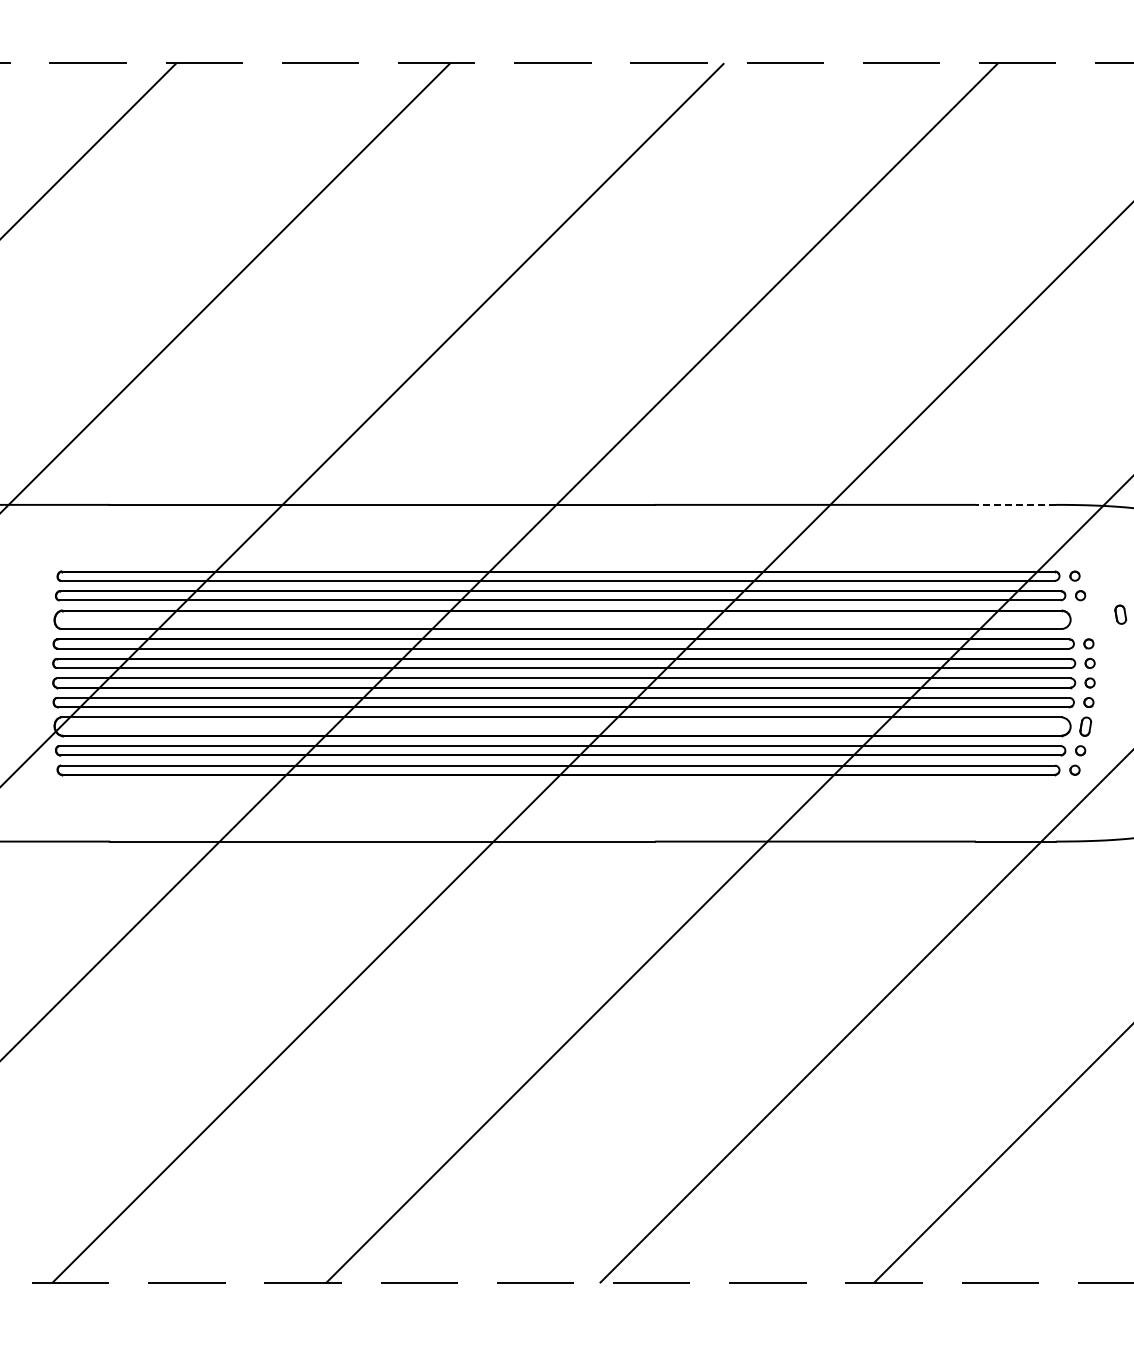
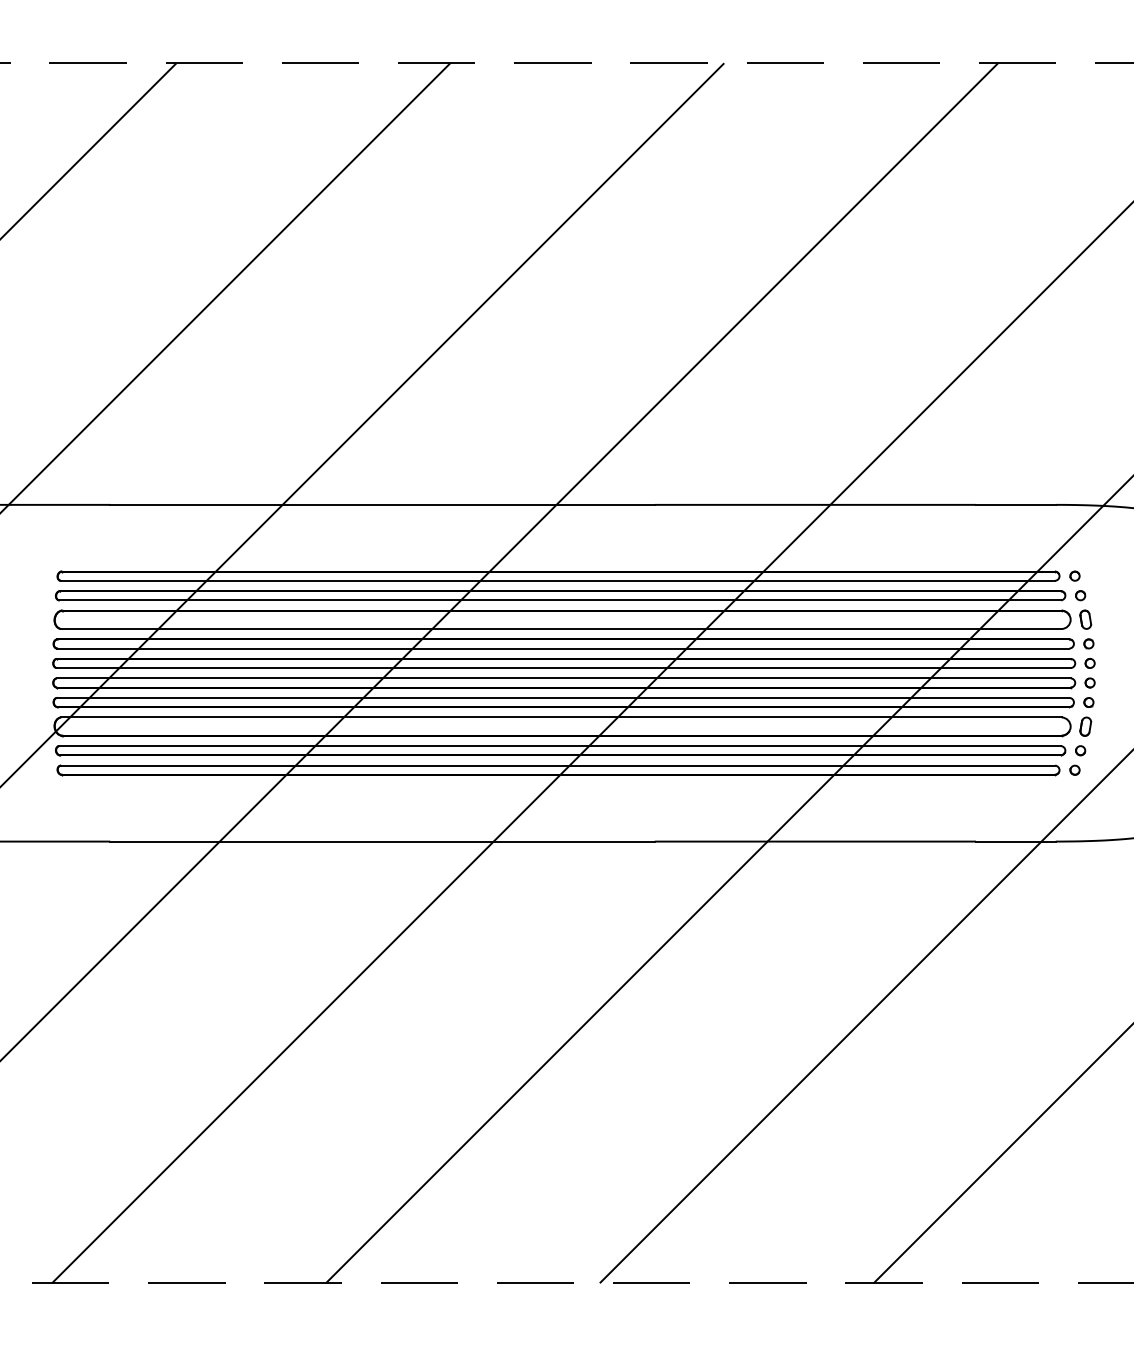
line at (1015, 504): dashed -> solid
part at (1120, 614) position: (1120, 614) -> (1085, 619)
